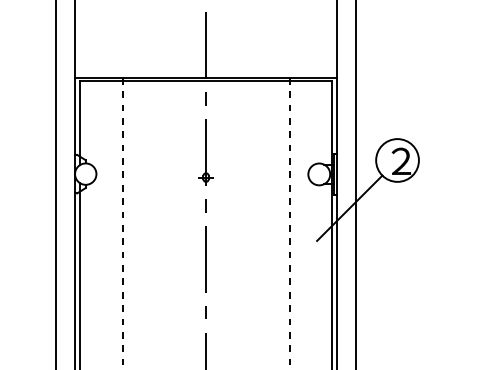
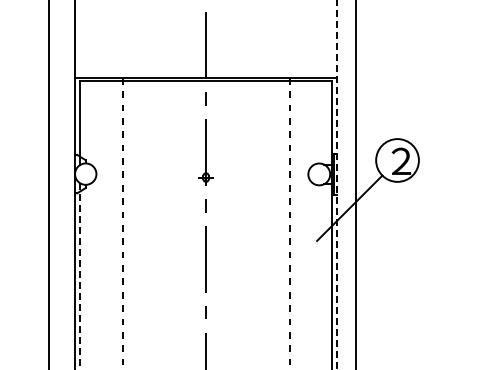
line at (56, 184) position: (56, 184) -> (49, 184)
line at (337, 185): solid -> dashed
line at (79, 276): solid -> dashed
